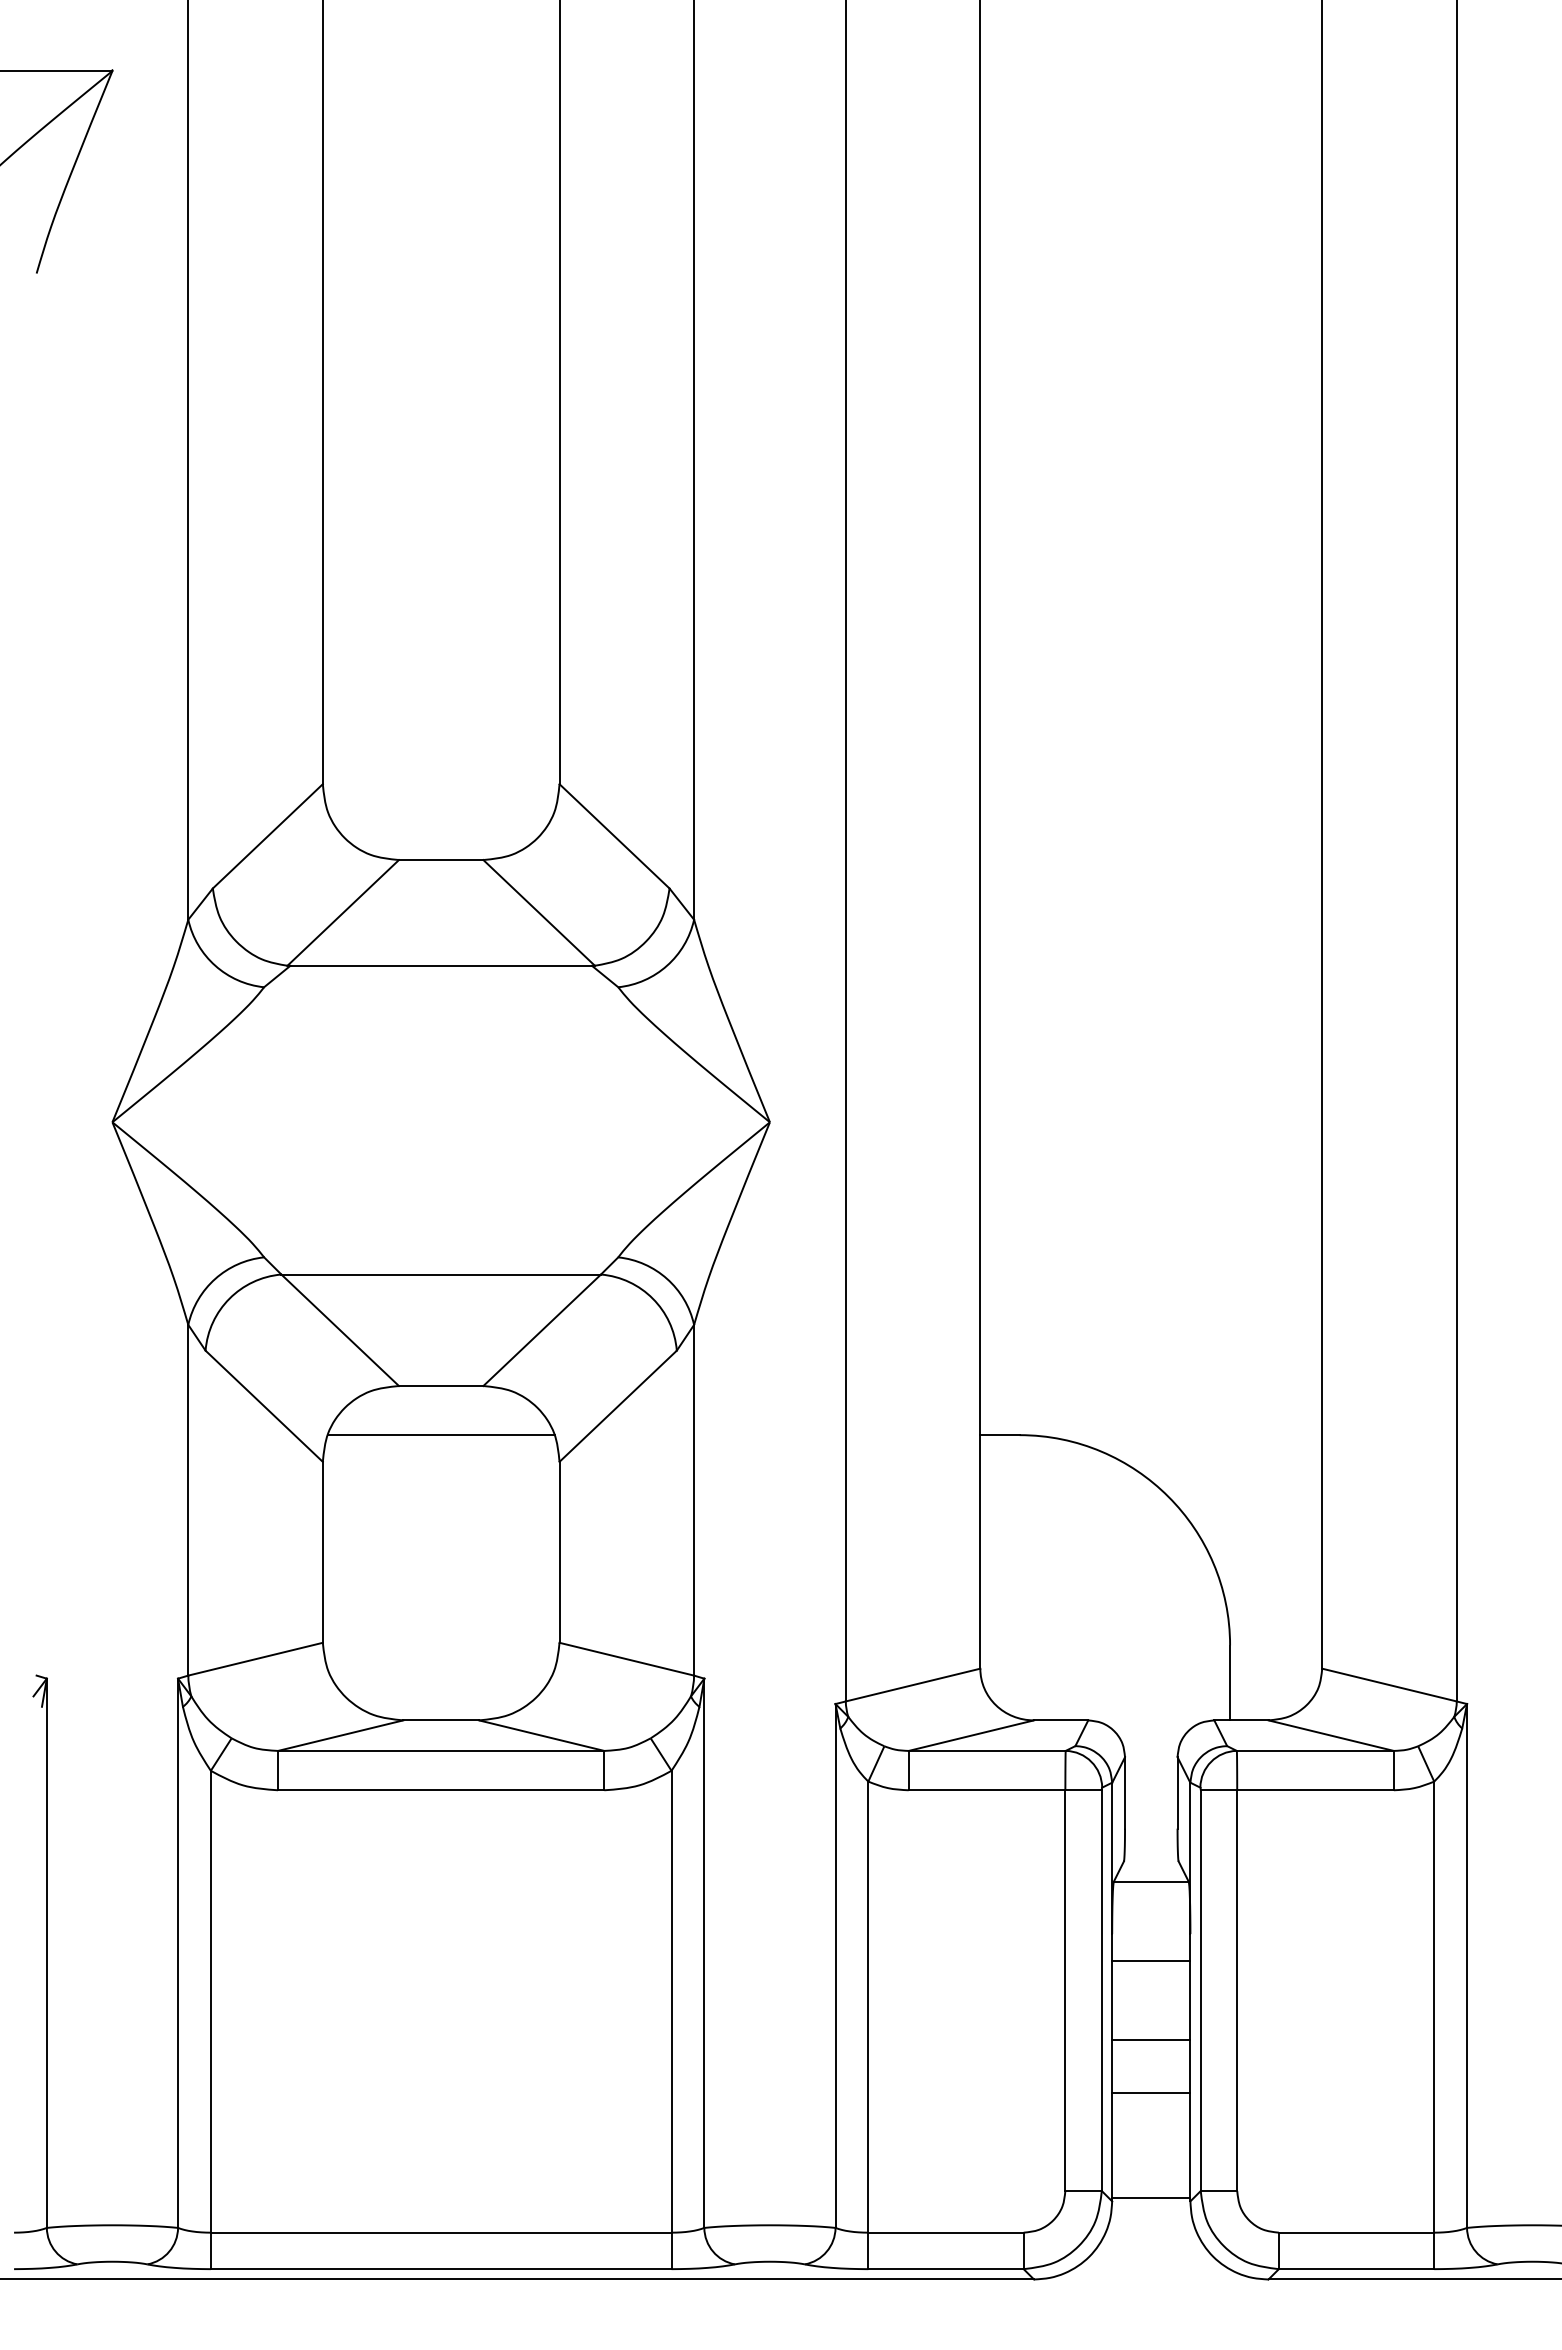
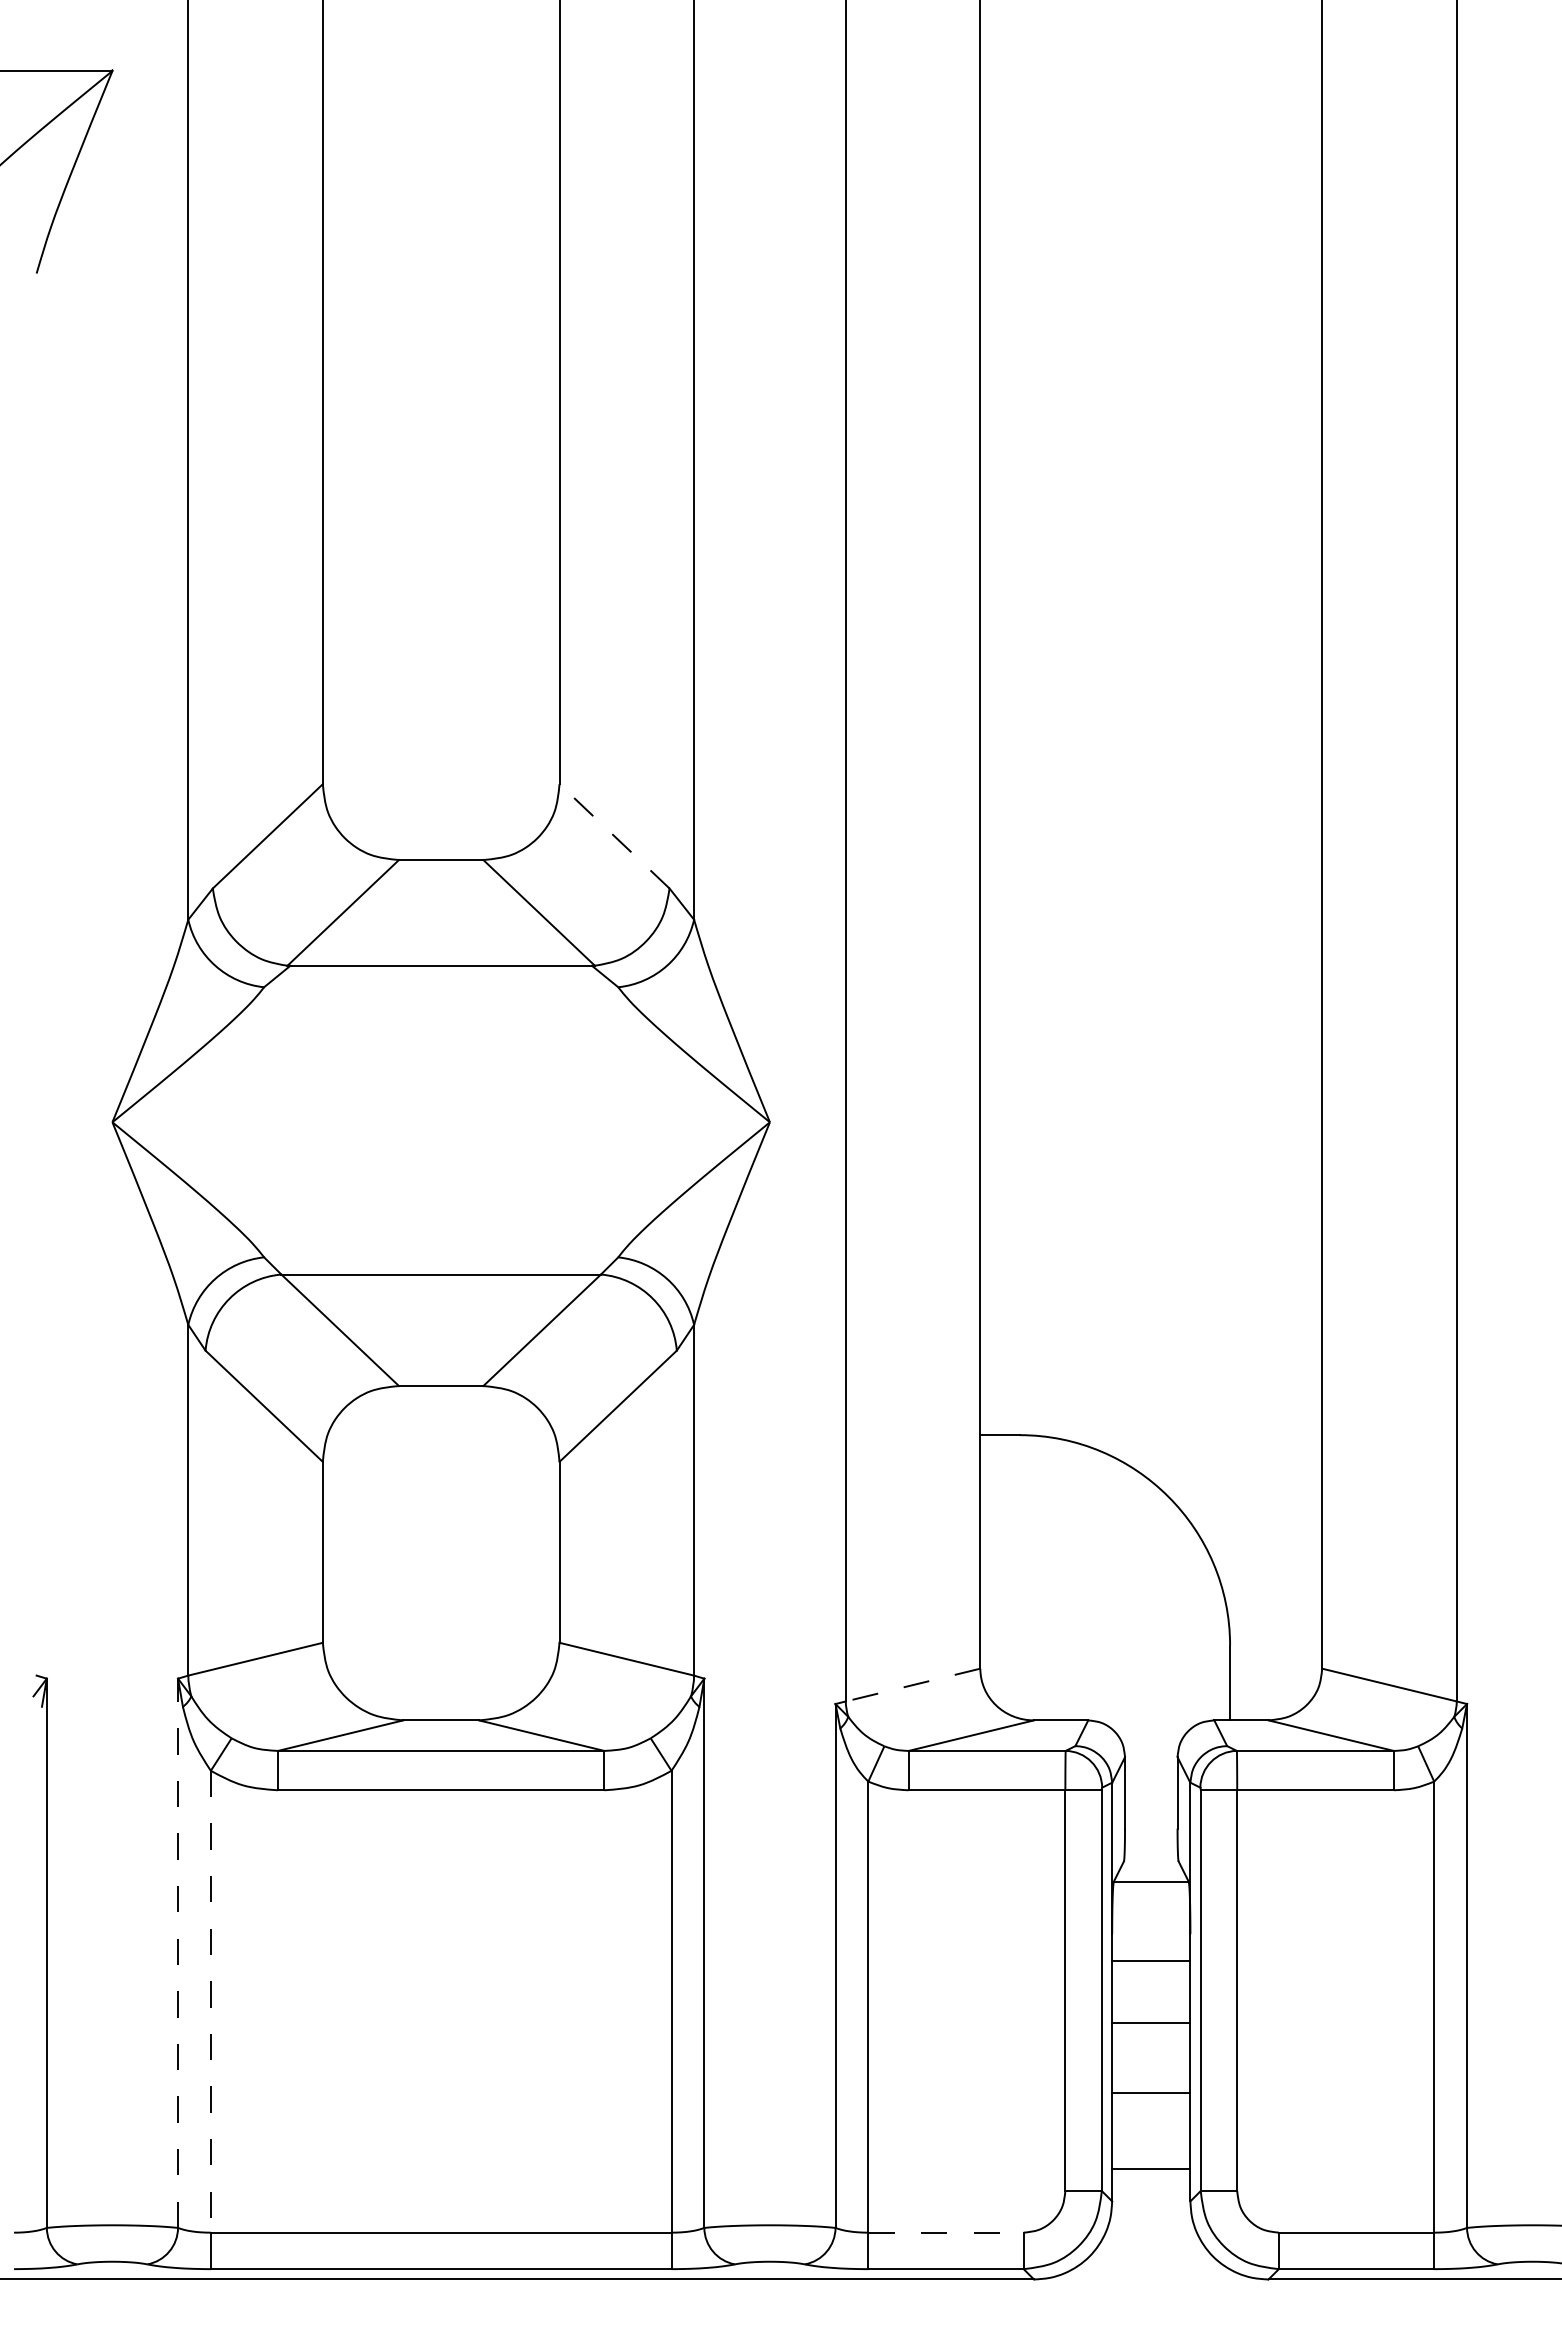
line at (614, 836): solid -> dashed
line at (440, 1435): present -> none
line at (912, 1685): solid -> dashed
line at (178, 1953): solid -> dashed
line at (210, 2001): solid -> dashed
line at (1151, 2040) position: (1151, 2040) -> (1151, 2023)
line at (1151, 2197) position: (1151, 2197) -> (1151, 2168)
line at (946, 2232): solid -> dashed
